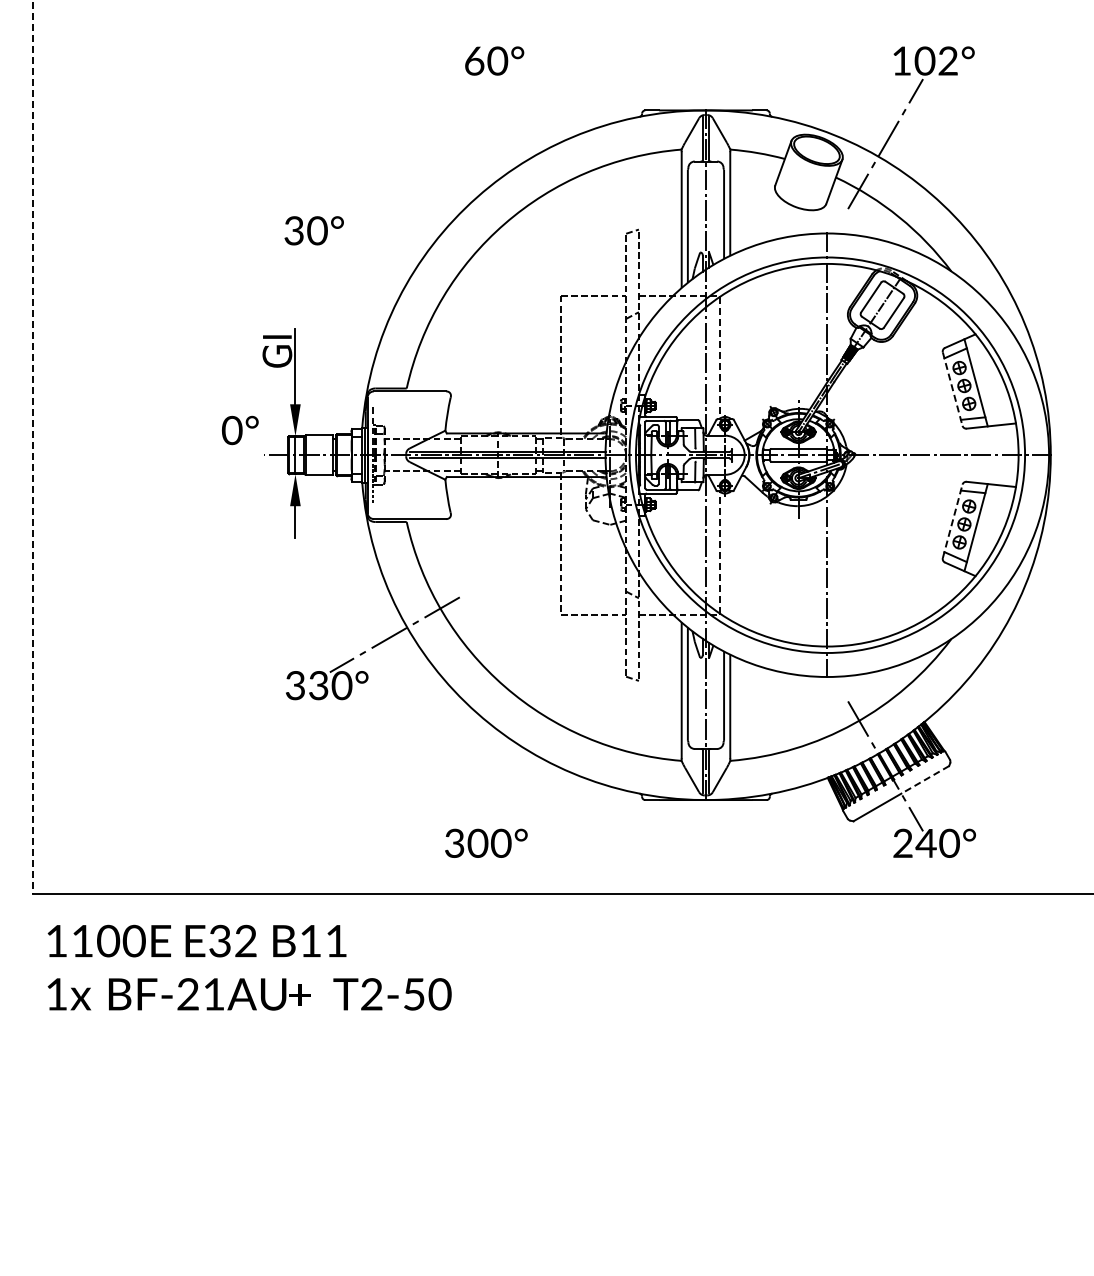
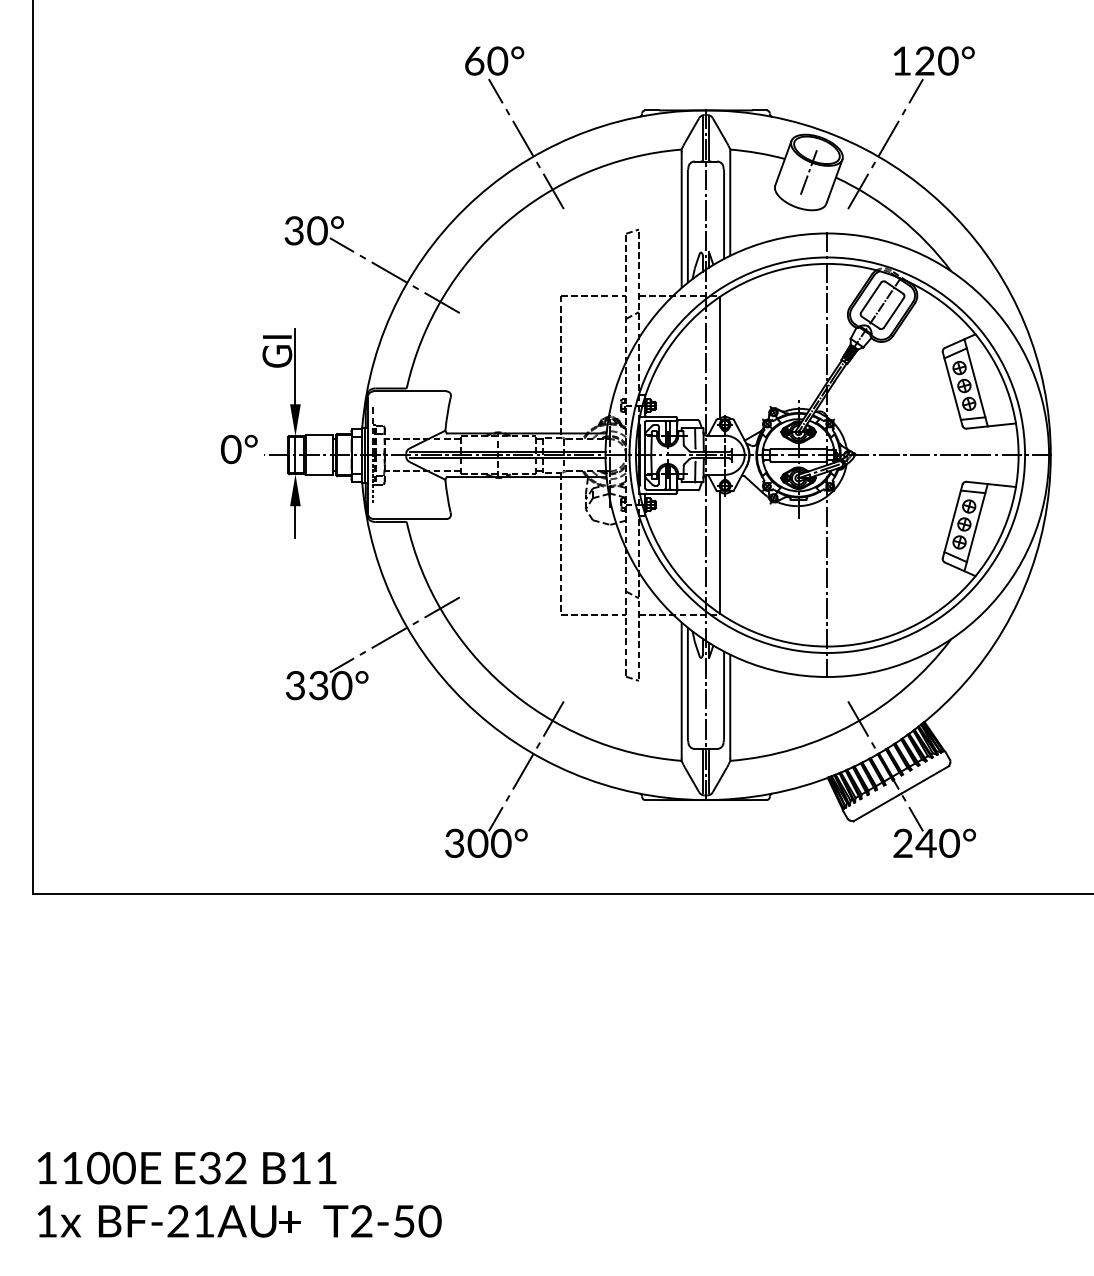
text at (936, 60): 102° -> 120°
line at (525, 144): none -> present
line at (808, 172): none -> present
line at (394, 275): none -> present
line at (720, 357): dashed -> solid
line at (952, 389): dashed -> solid
text at (240, 430) position: (240, 430) -> (239, 449)
line at (33, 447): dashed -> solid
line at (952, 521): dashed -> solid
line at (720, 553): dashed -> solid
line at (525, 766): none -> present
line at (925, 779): dashed -> solid
text at (249, 967) position: (249, 967) -> (239, 1194)
